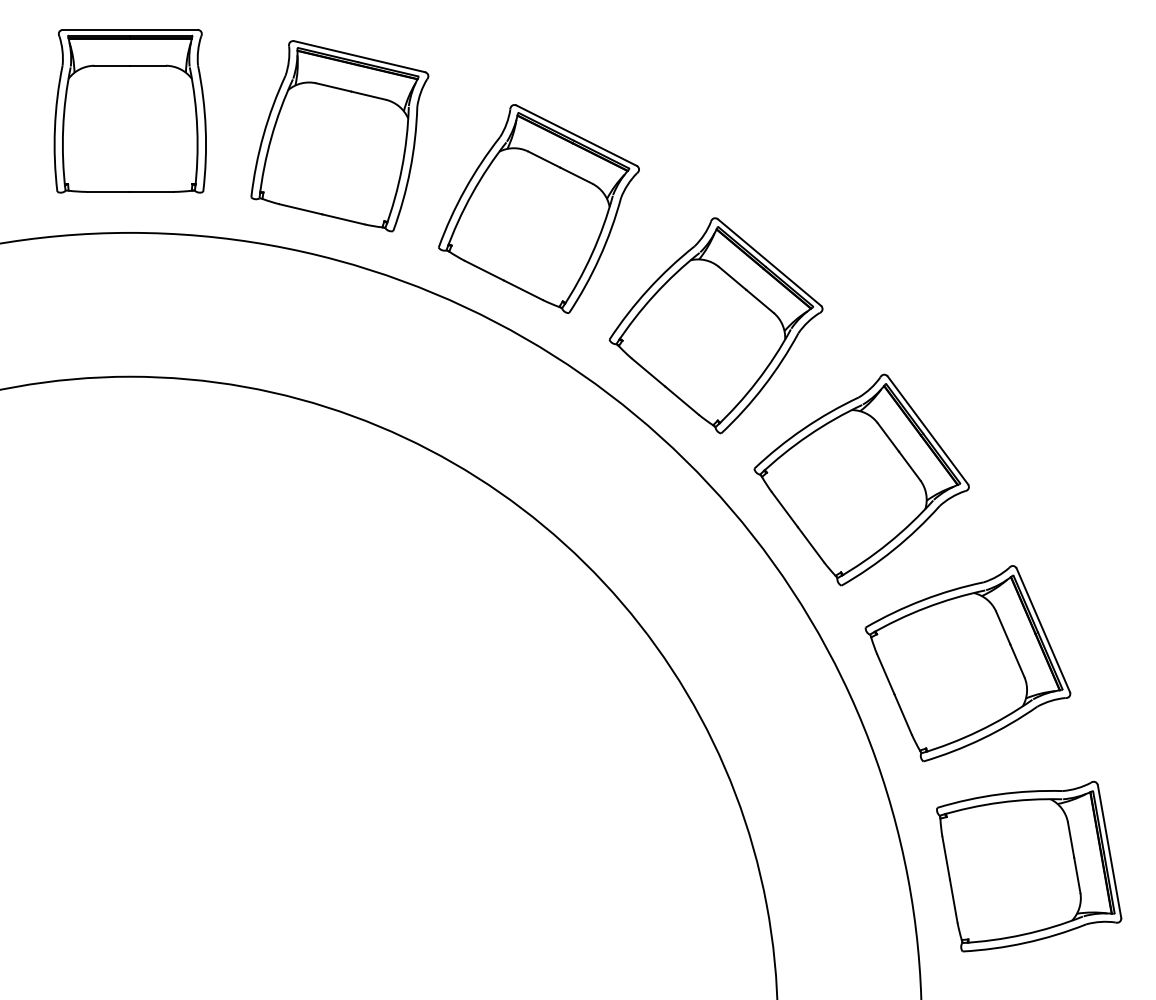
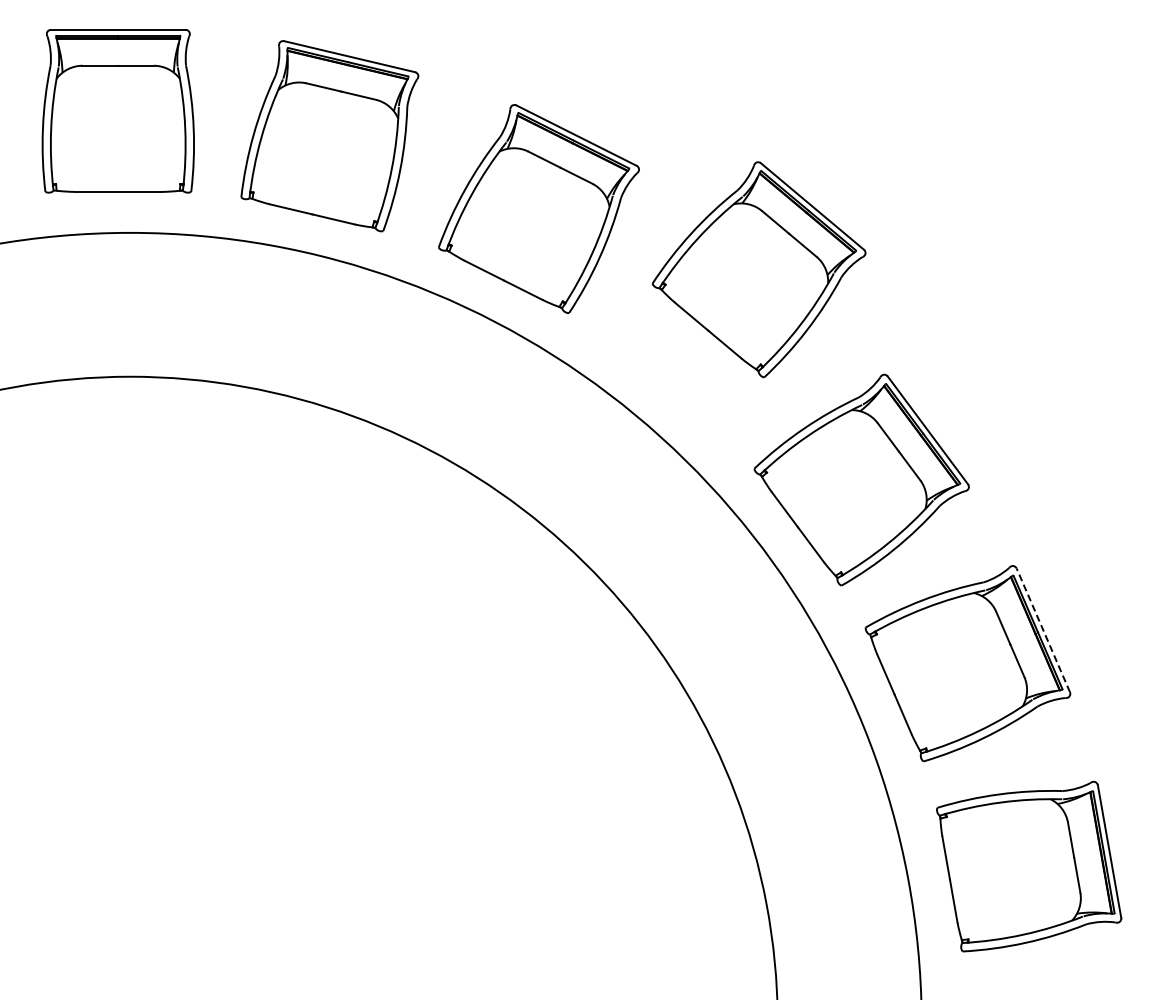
part at (129, 111) position: (129, 111) -> (117, 111)
part at (339, 136) position: (339, 136) -> (329, 136)
part at (715, 325) position: (715, 325) -> (758, 269)
line at (1043, 629): solid -> dashed
